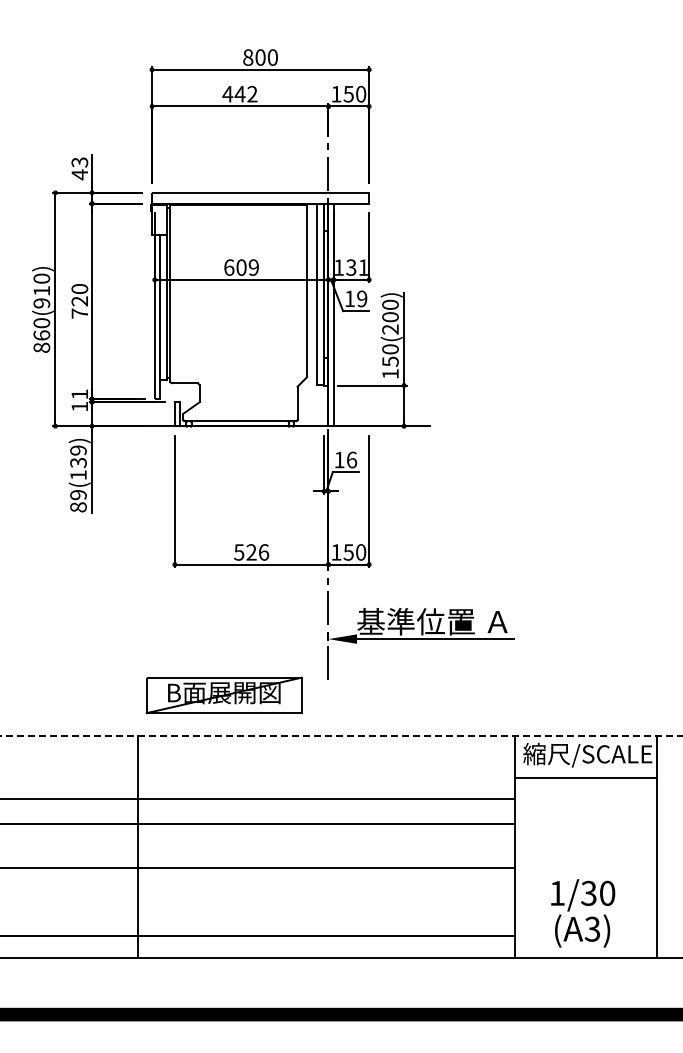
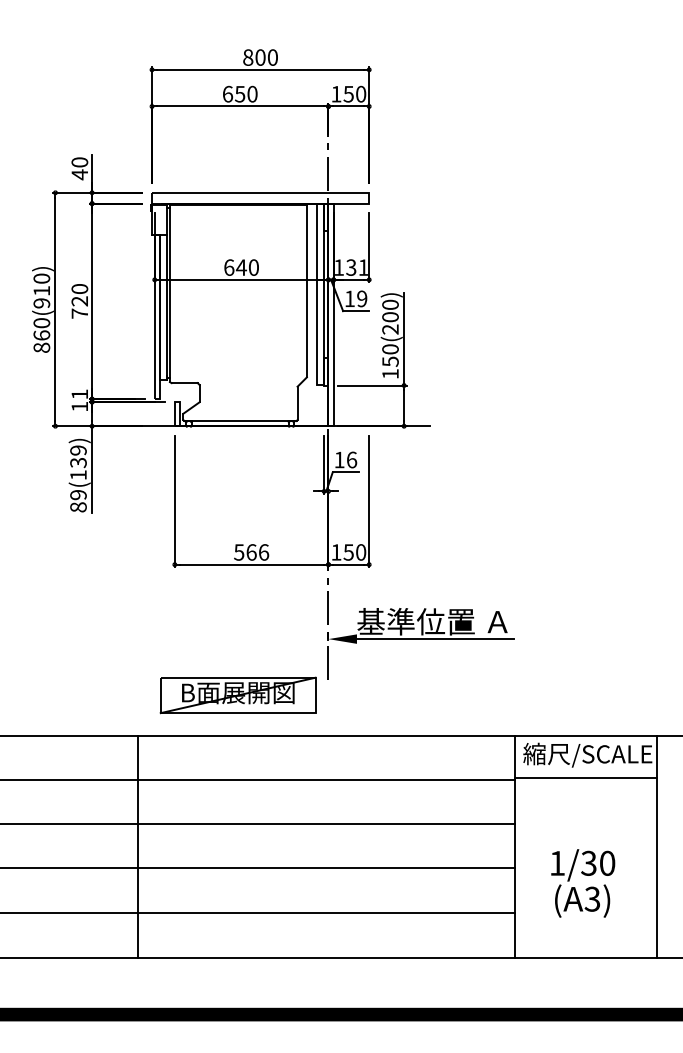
text at (239, 93): 442 -> 650
text at (79, 162): 43 -> 40
text at (246, 267): 609 -> 640
text at (251, 552): 526 -> 566
part at (223, 695) position: (223, 695) -> (237, 695)
line at (341, 735): dashed -> solid
line at (258, 798) position: (258, 798) -> (258, 779)
text at (583, 913) position: (583, 913) -> (583, 883)
line at (258, 935) position: (258, 935) -> (258, 912)
